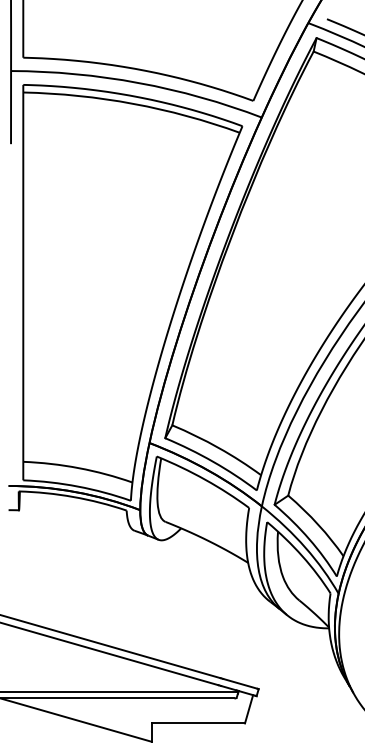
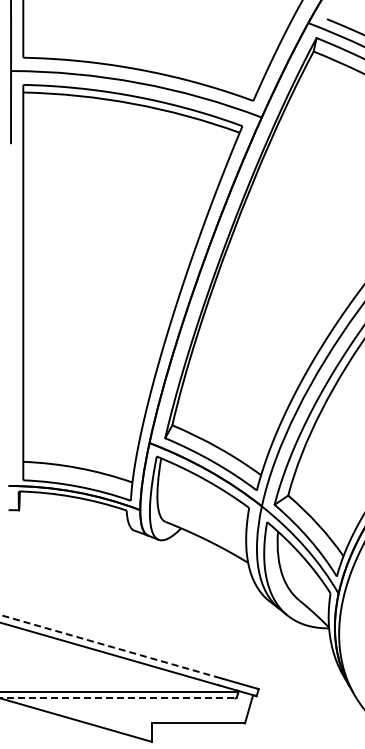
line at (110, 646): solid -> dashed
line at (117, 698): solid -> dashed
